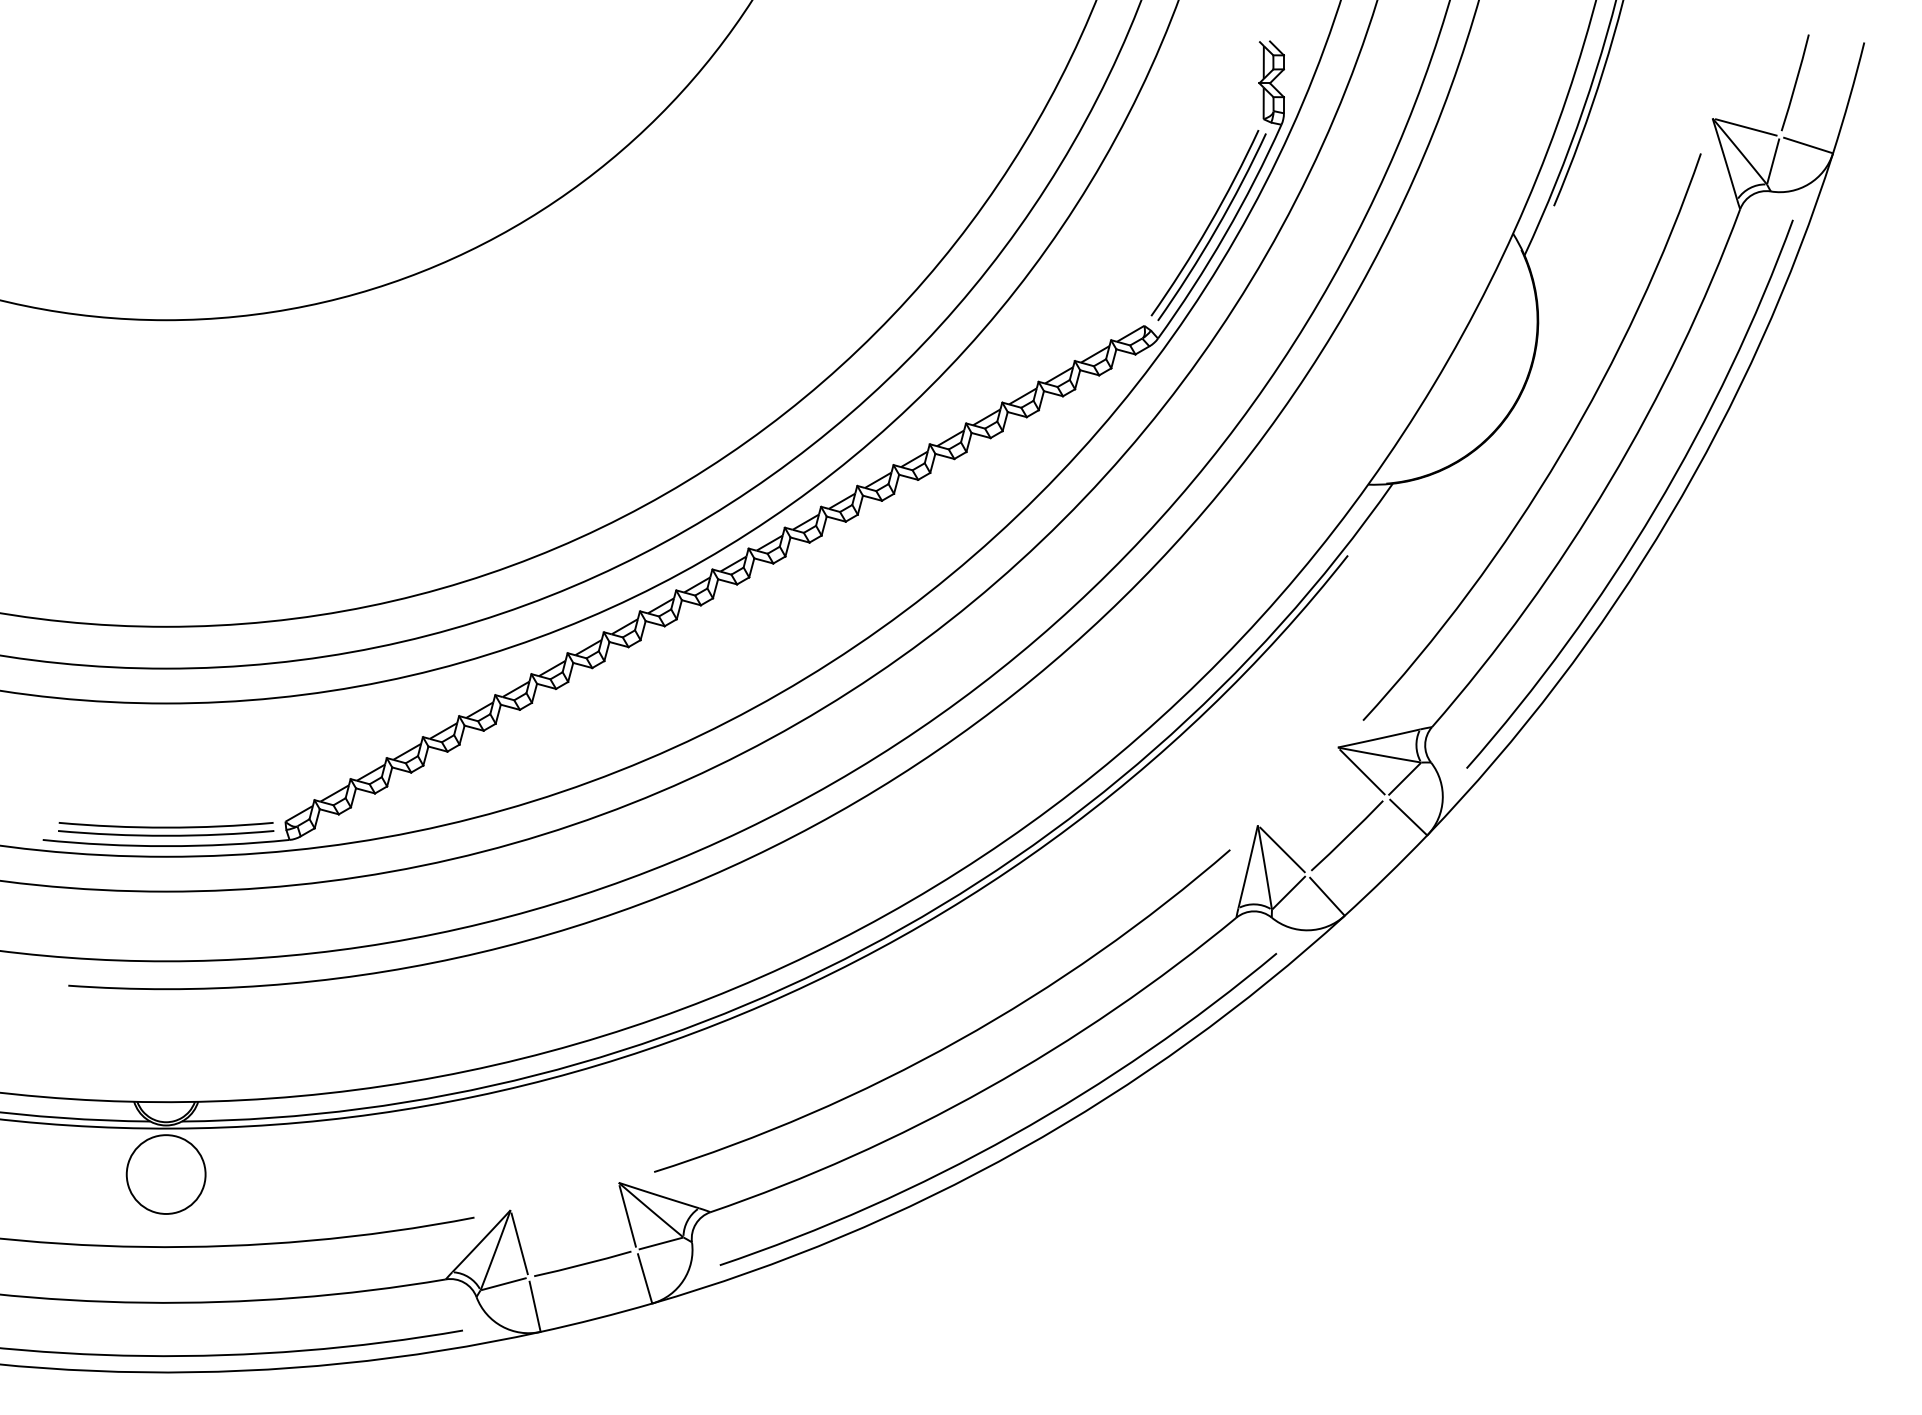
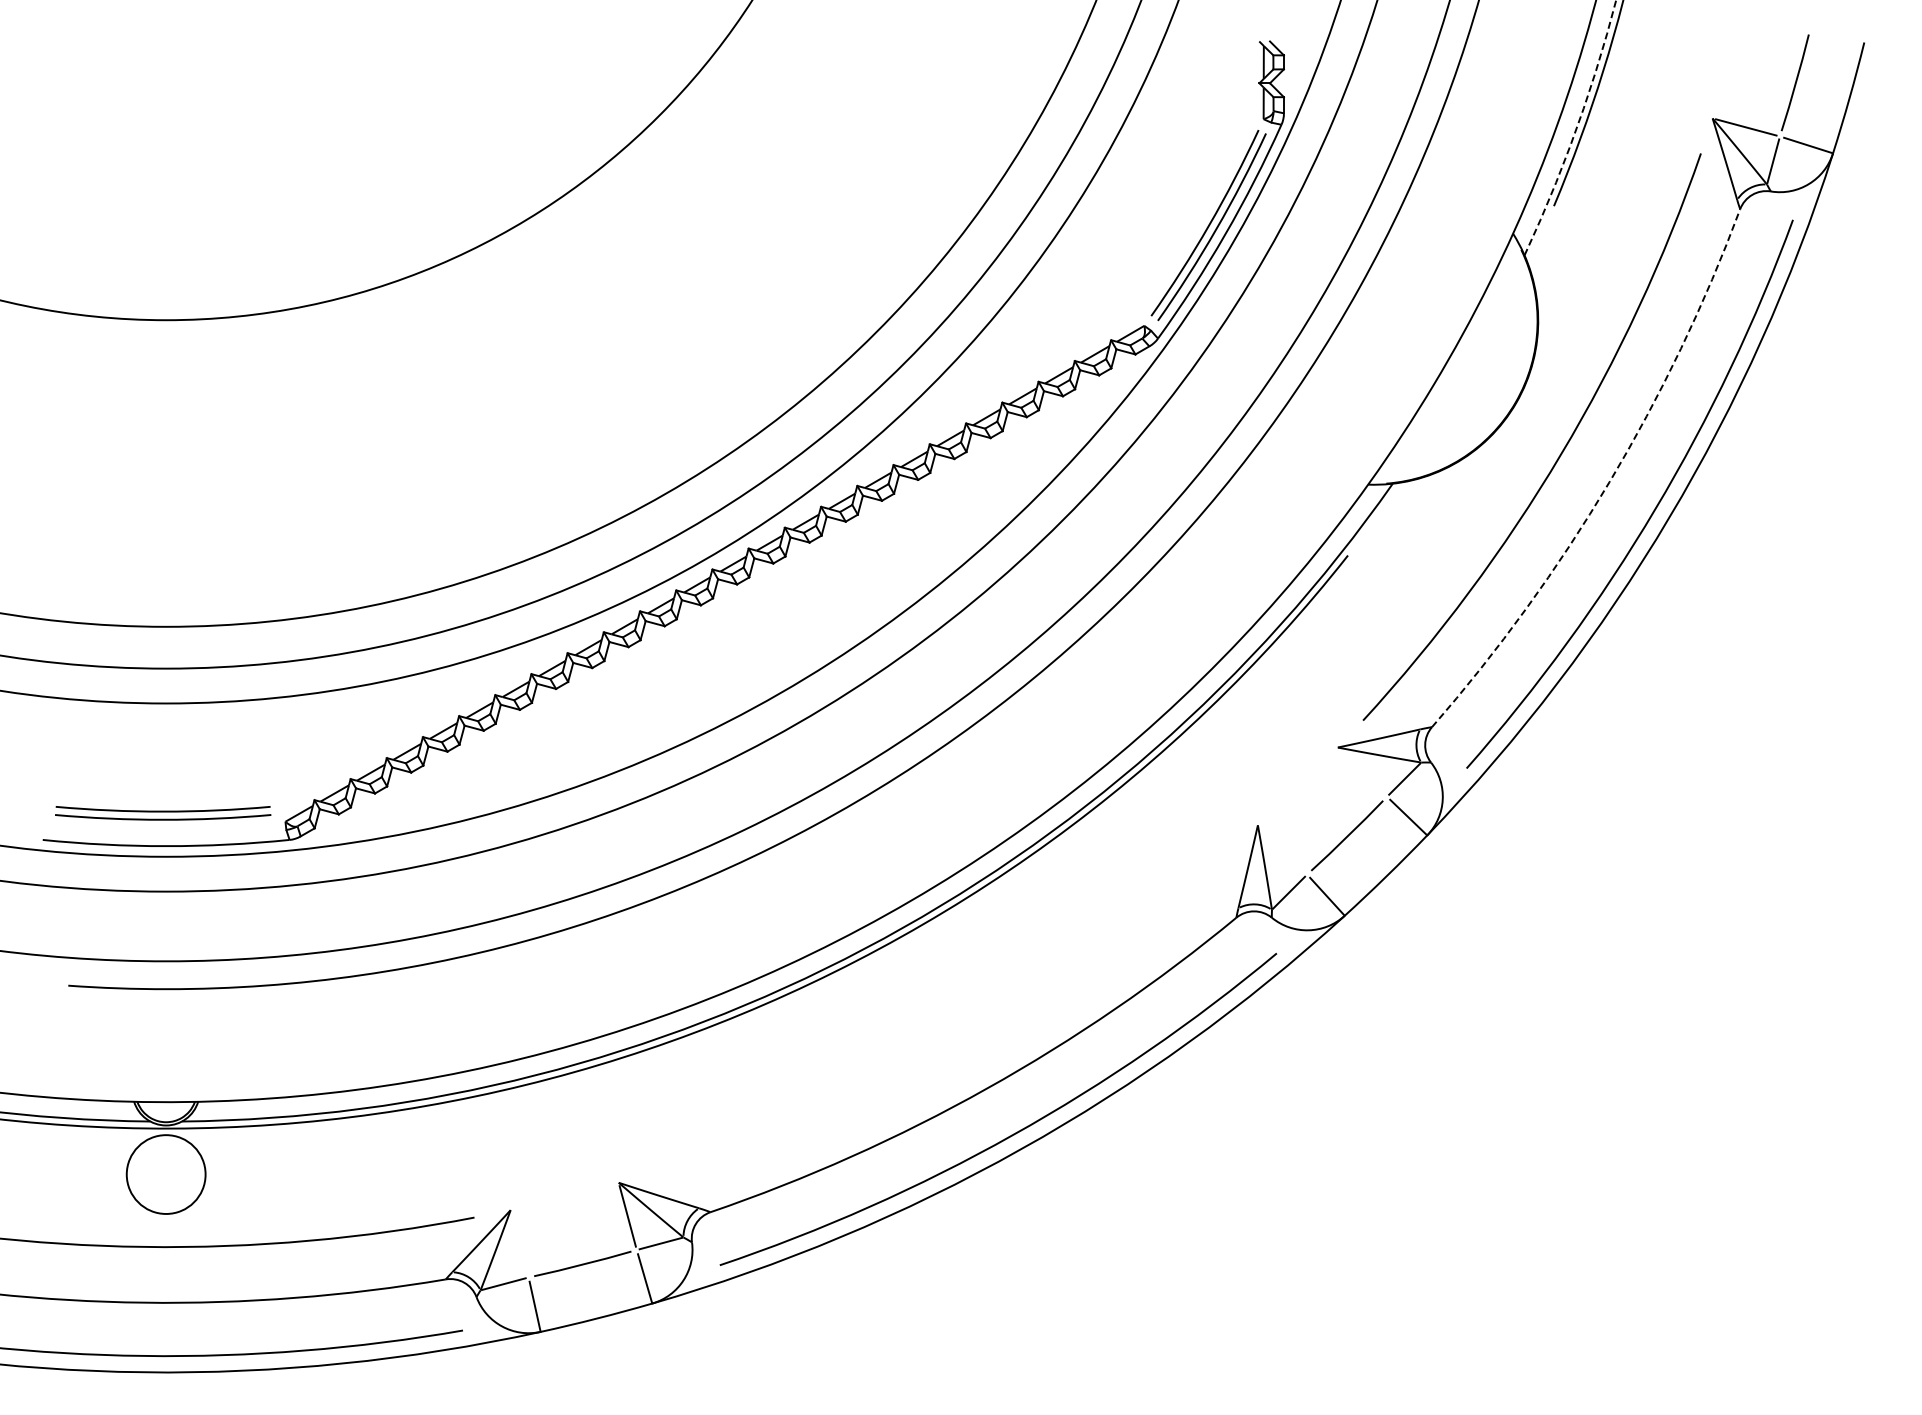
arc at (1576, 129): solid -> dashed
arc at (1609, 482): solid -> dashed
line at (1362, 772): present -> none
part at (166, 829) position: (166, 829) -> (163, 813)
line at (1282, 849): present -> none
arc at (961, 1037): present -> none
line at (519, 1243): present -> none
